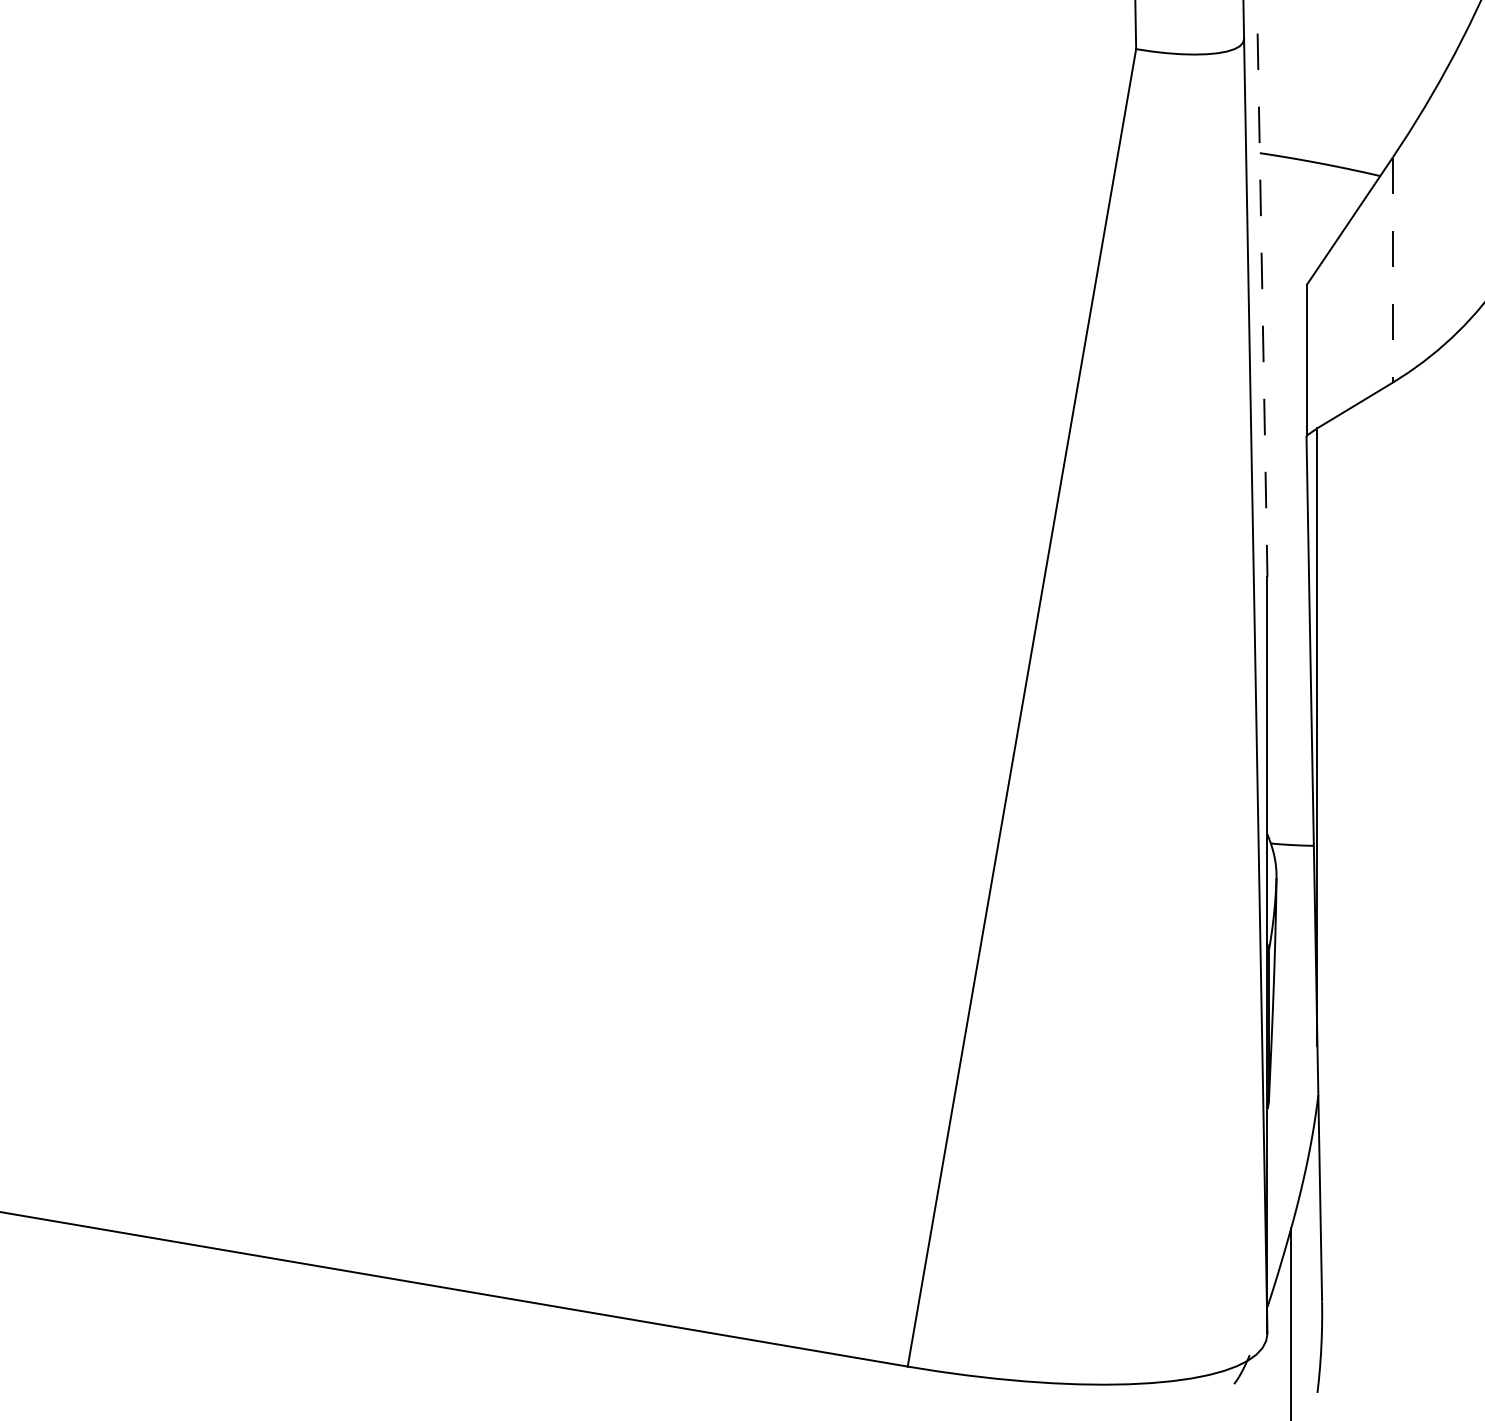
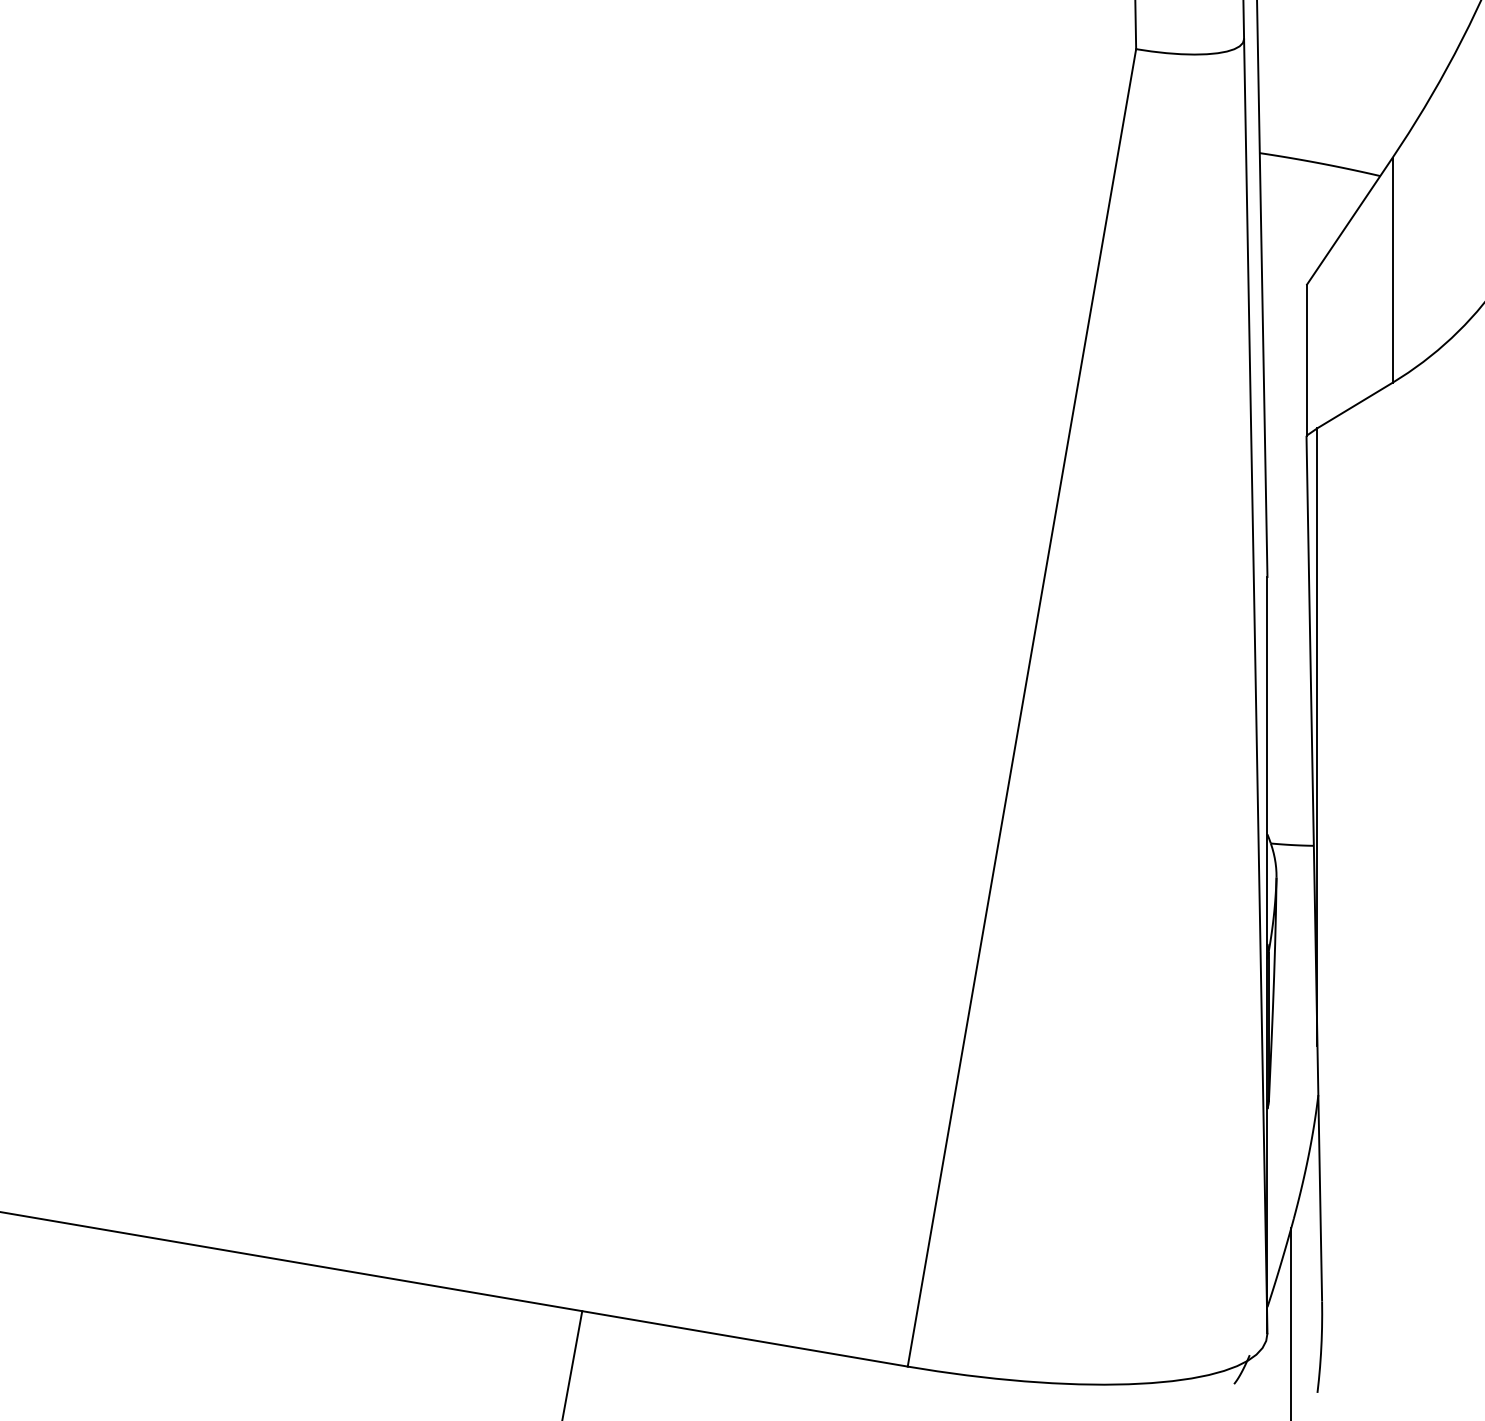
line at (1392, 270): dashed -> solid
line at (1262, 289): dashed -> solid
line at (572, 1364): none -> present
